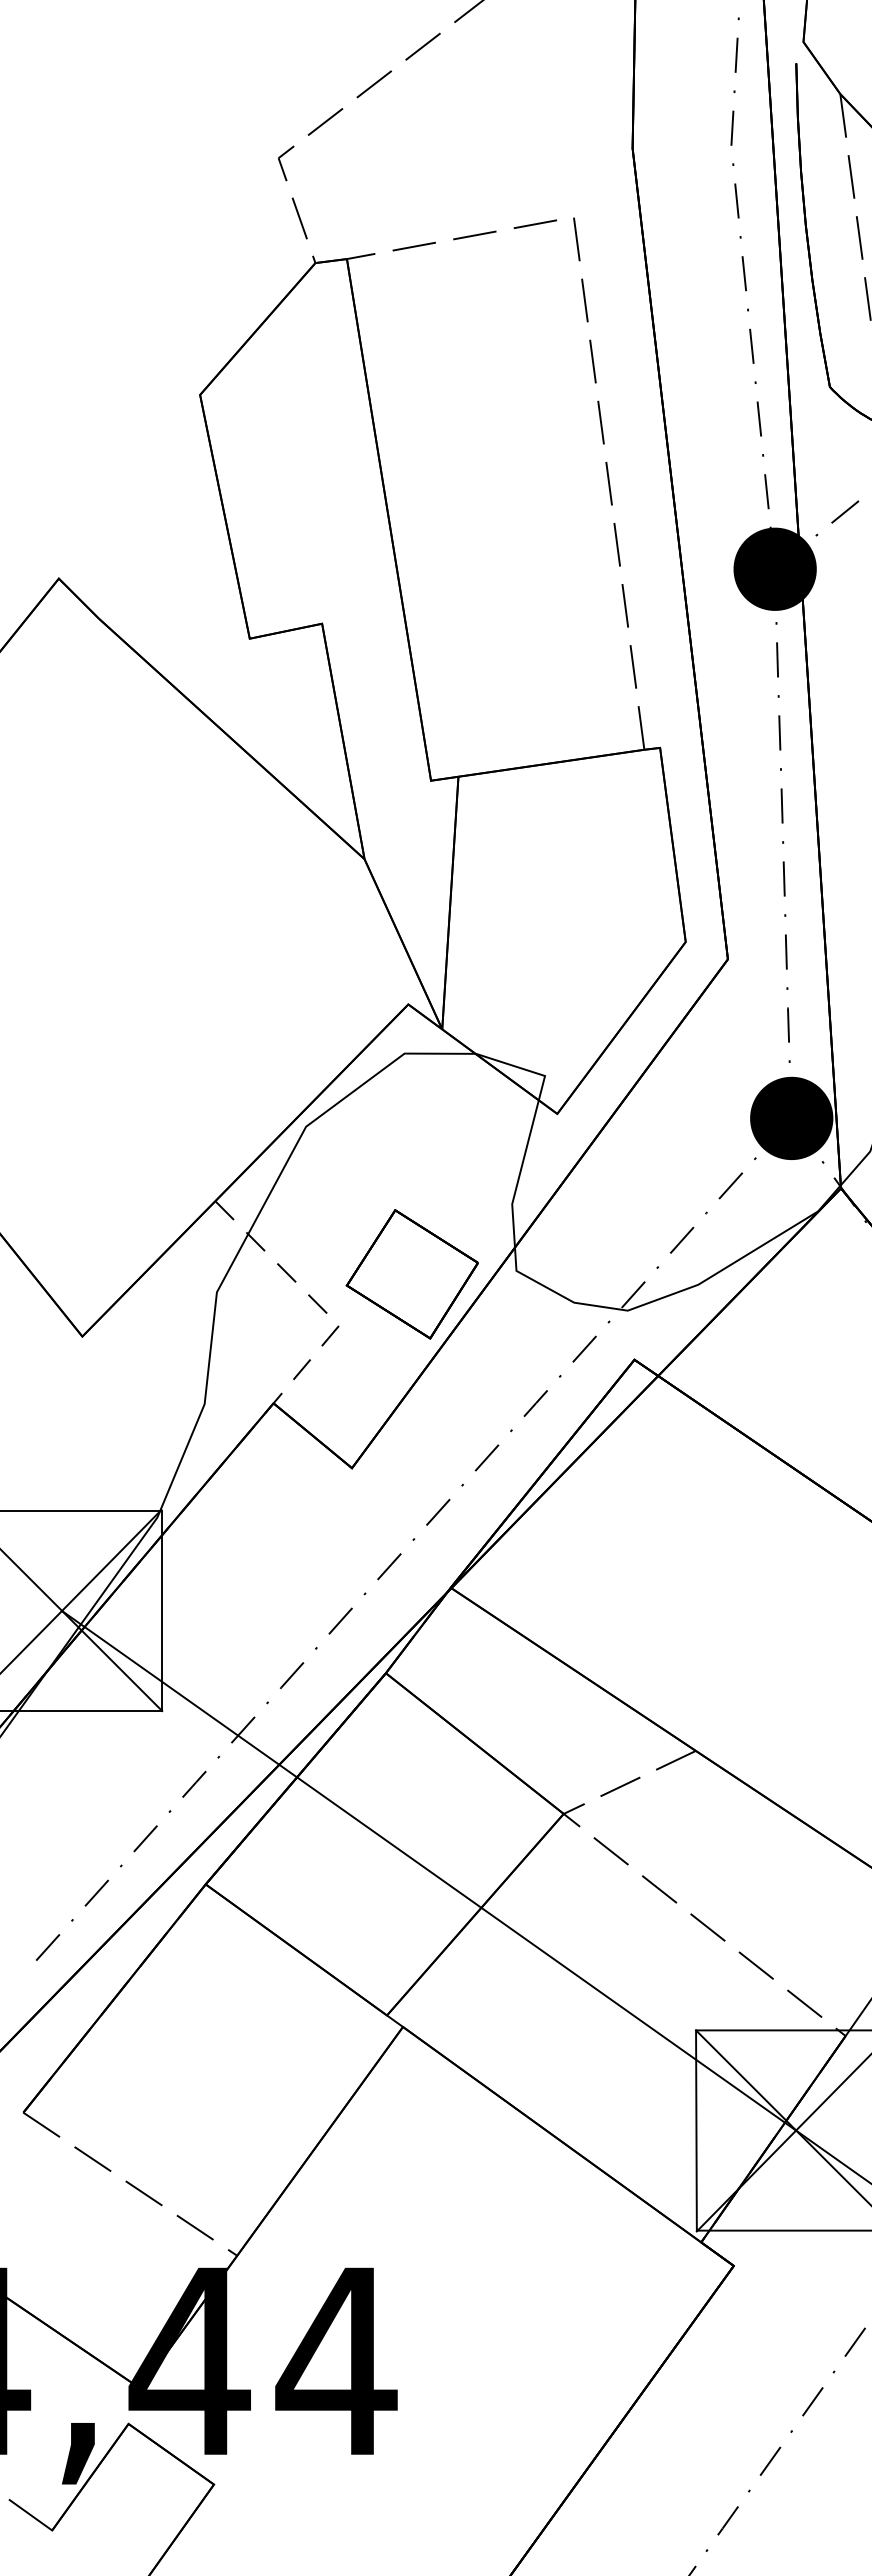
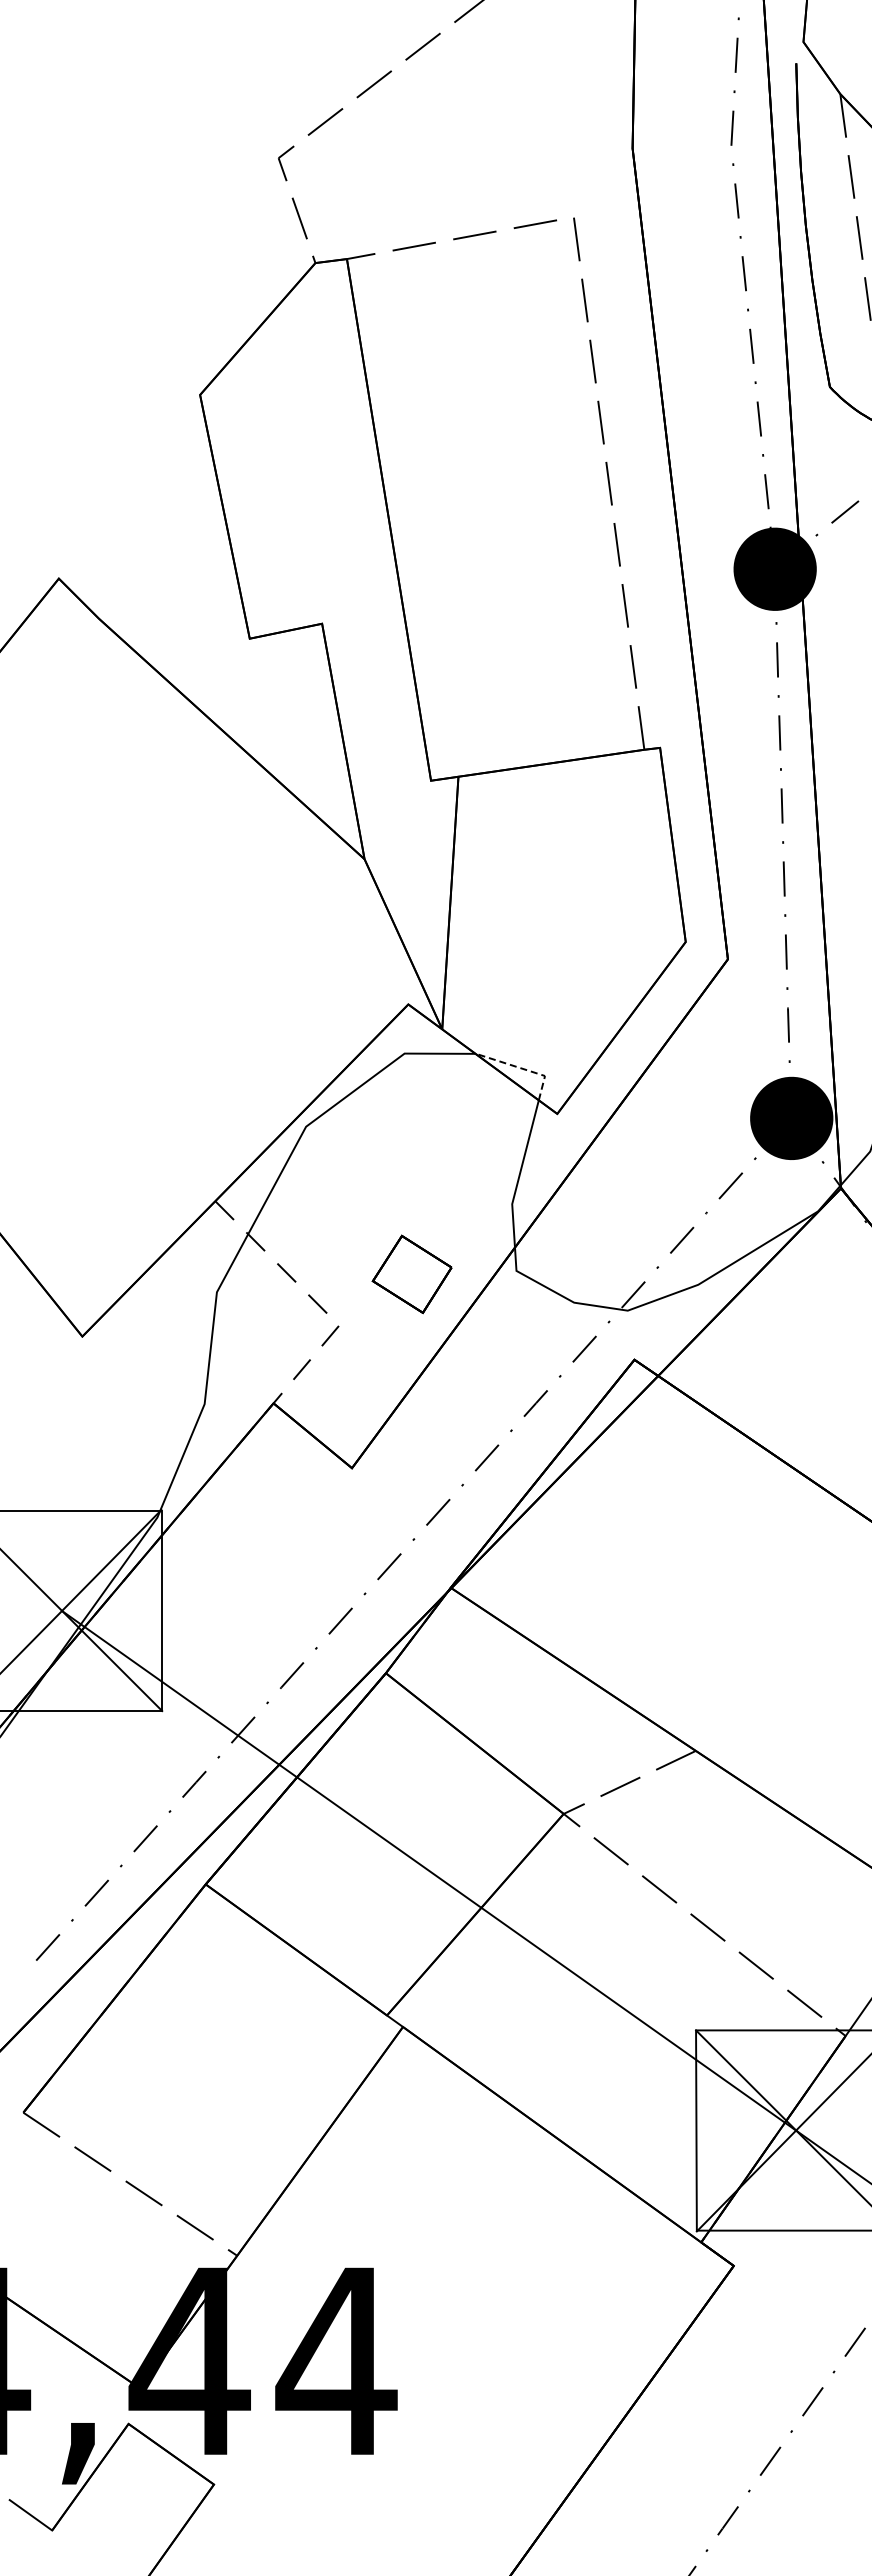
line at (522, 1068): solid -> dashed
part at (411, 1274) size: 134x131 px -> 82x81 px
